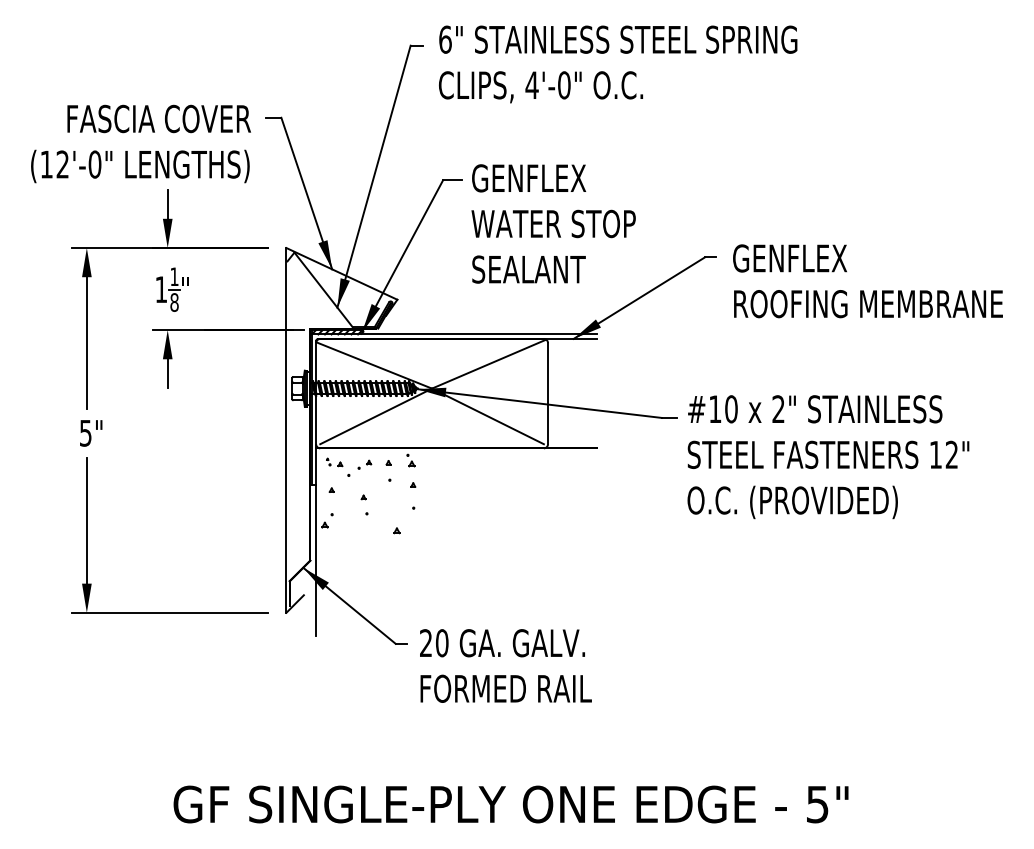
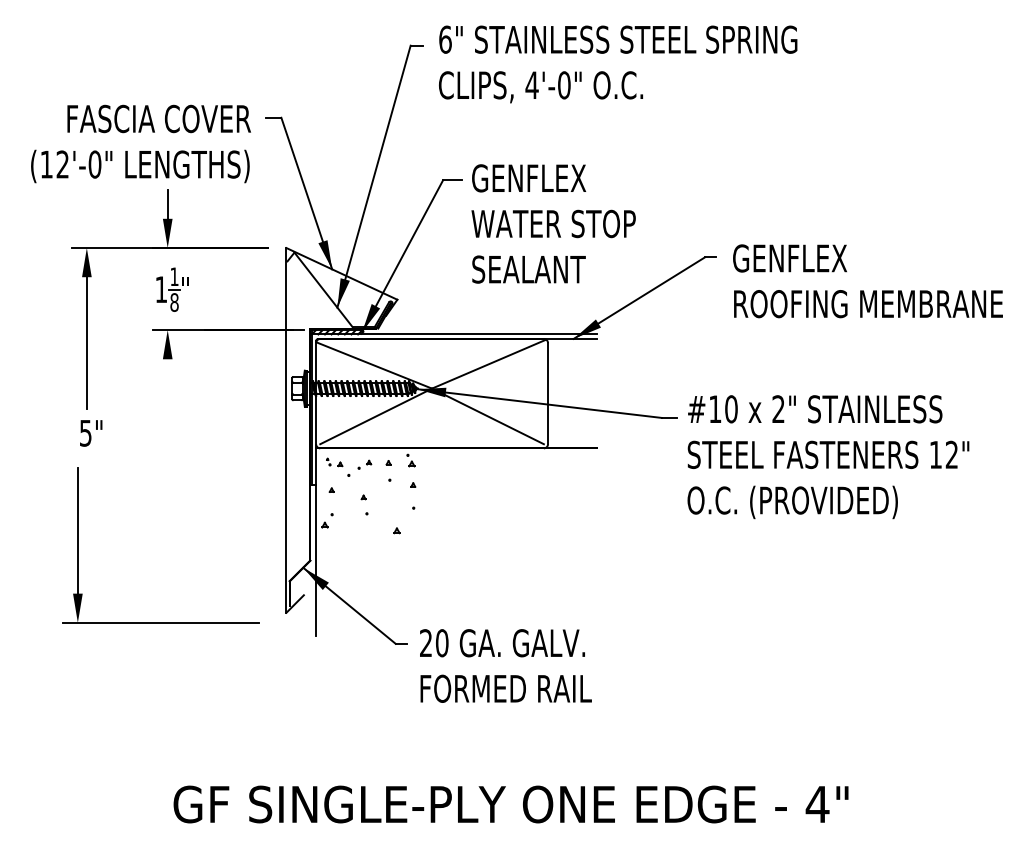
line at (167, 373): present -> none
part at (169, 612) position: (169, 612) -> (160, 622)
text at (817, 804): 5" -> 4"
